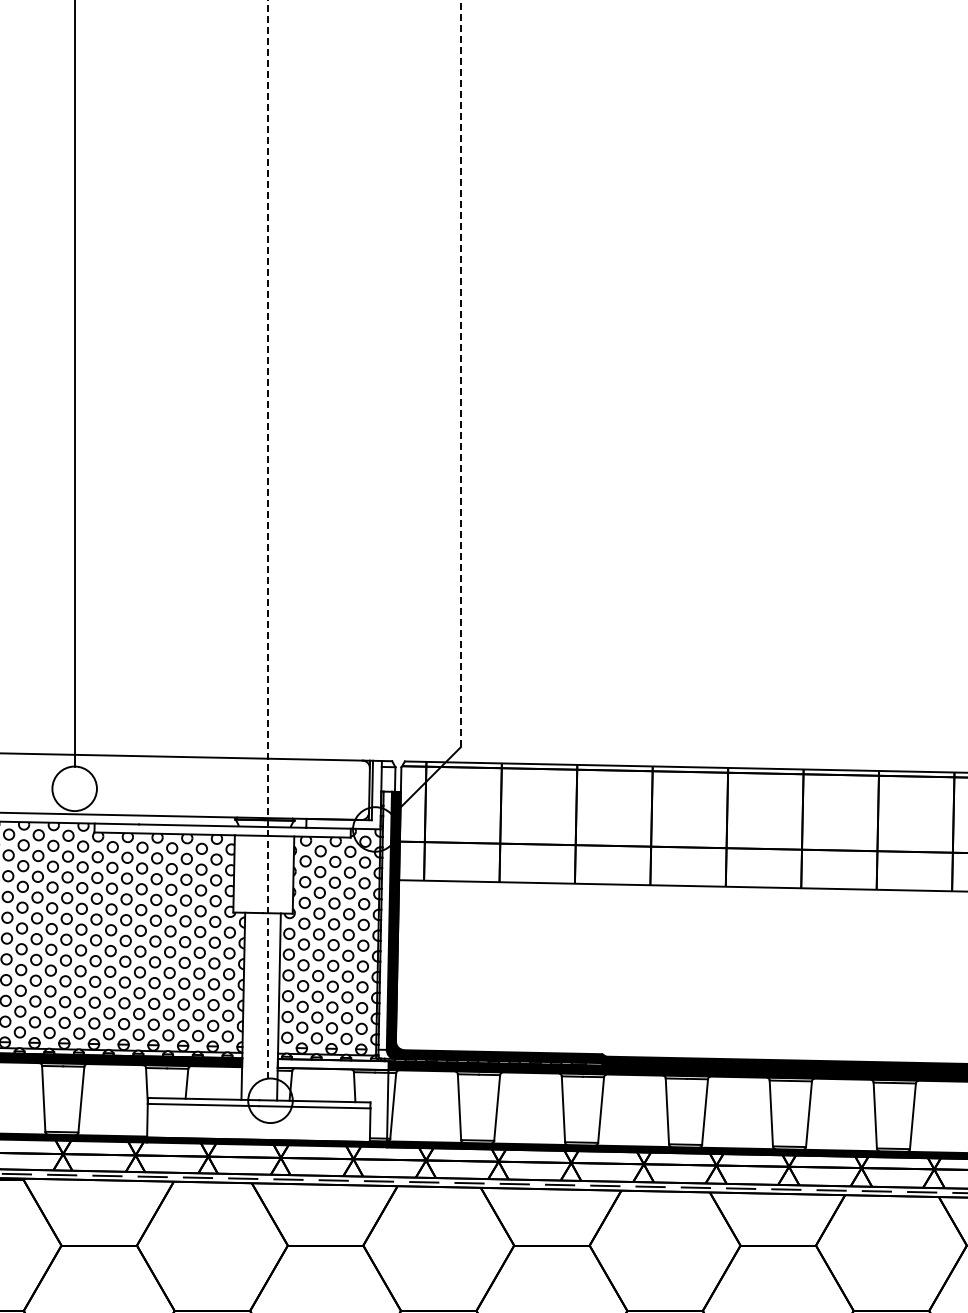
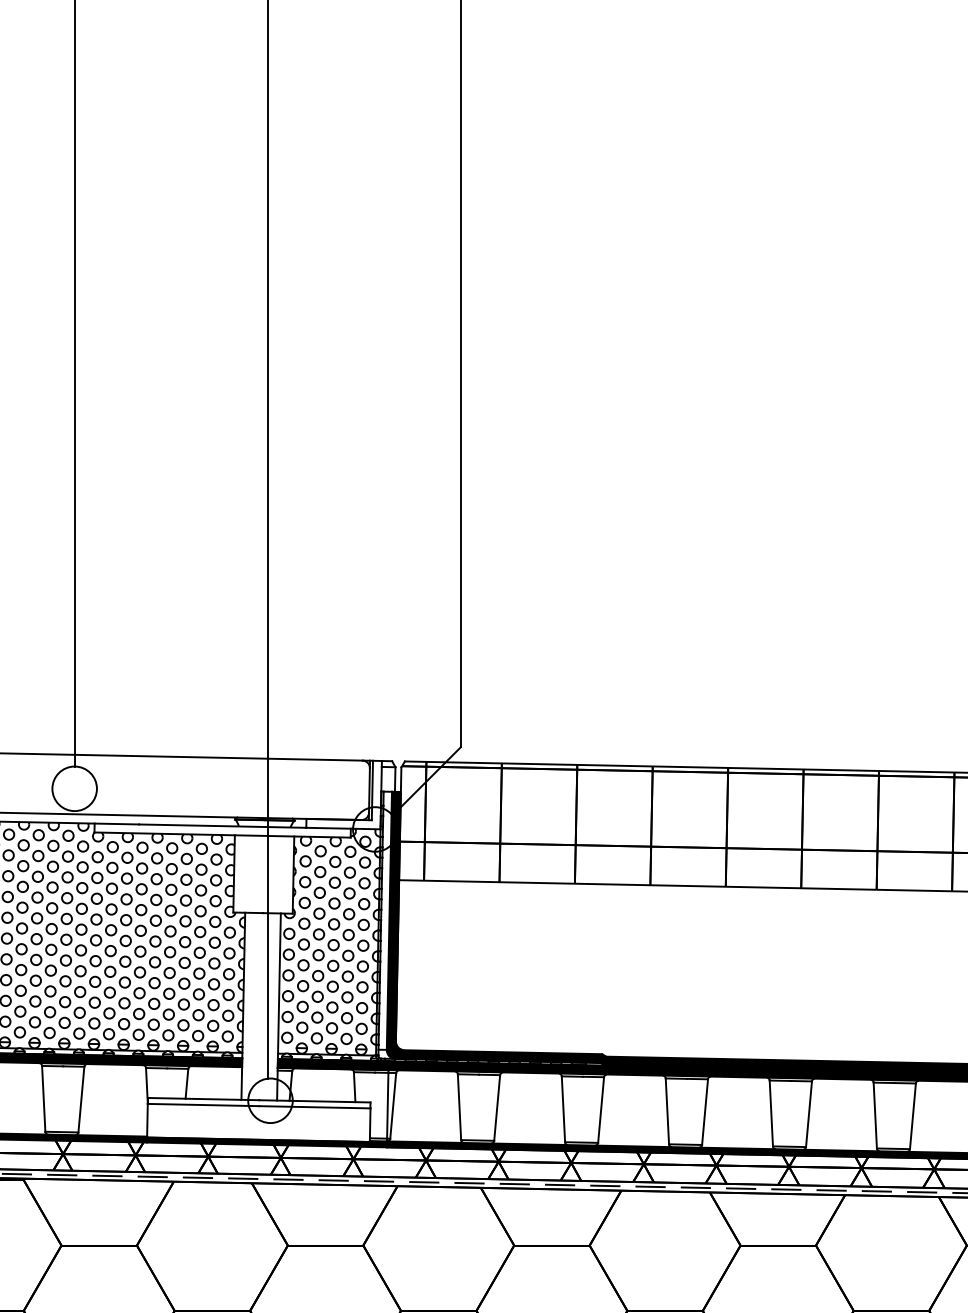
line at (460, 373): dashed -> solid
line at (267, 539): dashed -> solid
fill at (332, 1064): none -> present
